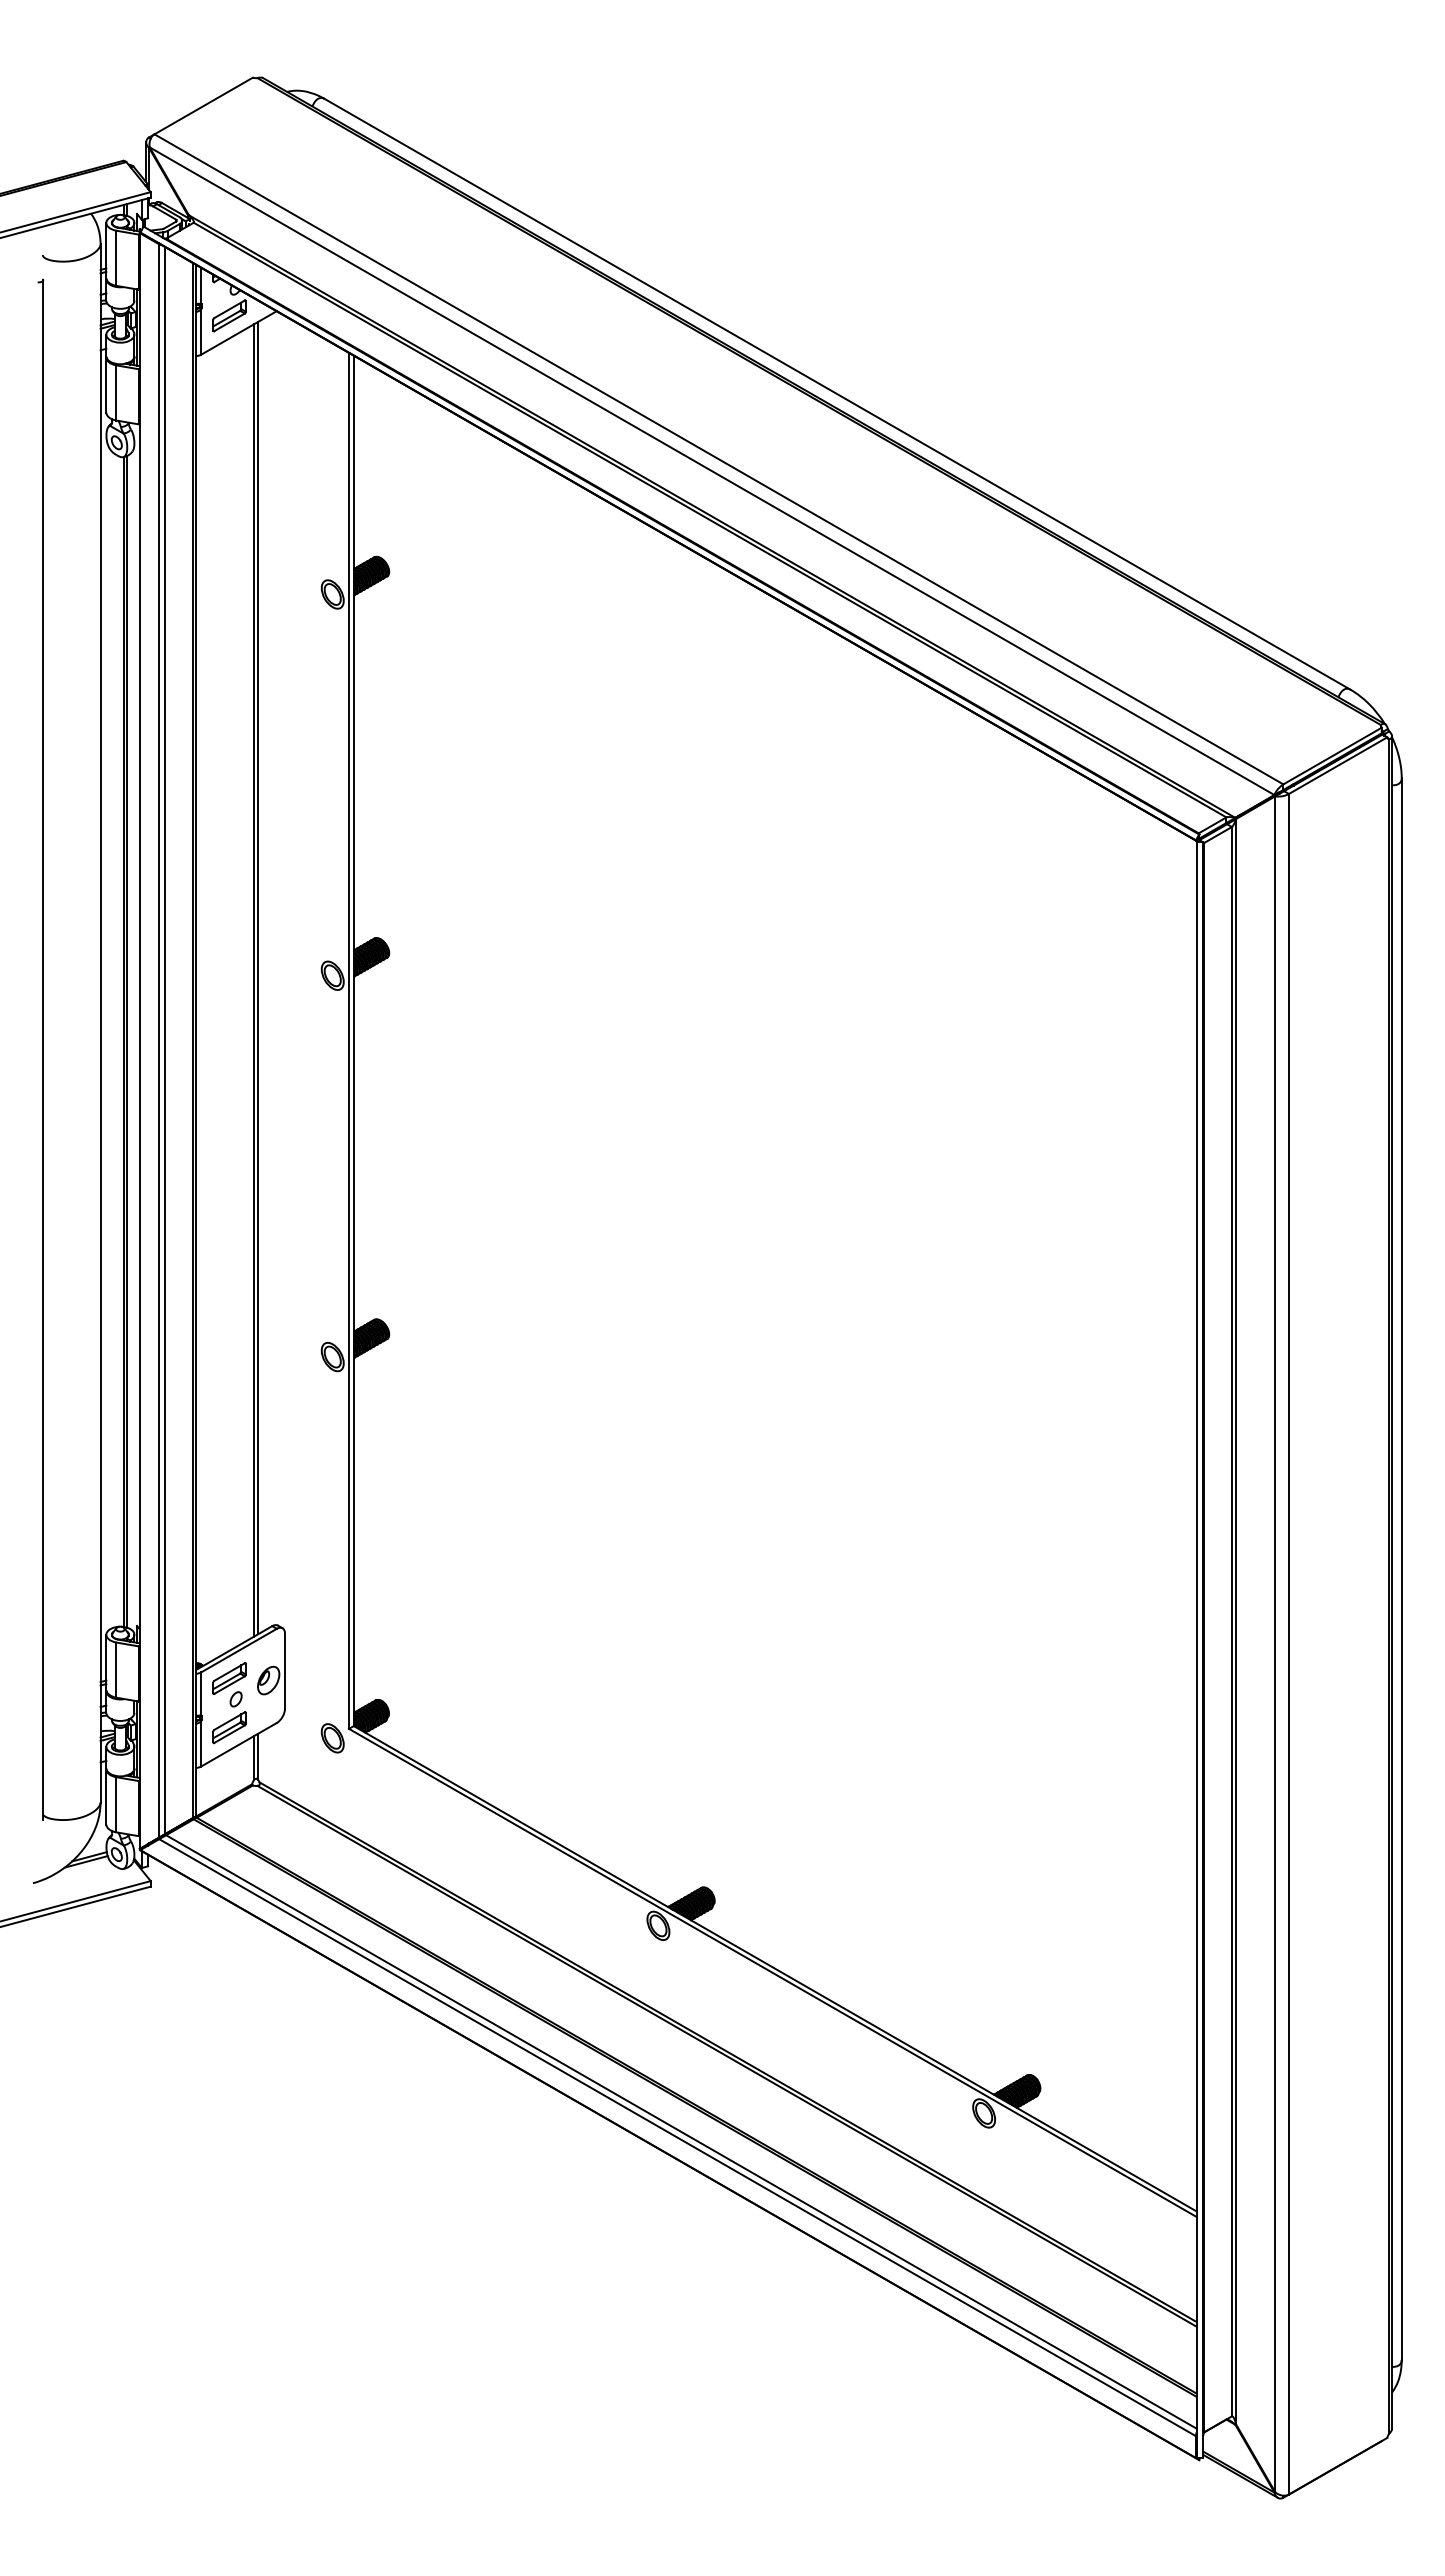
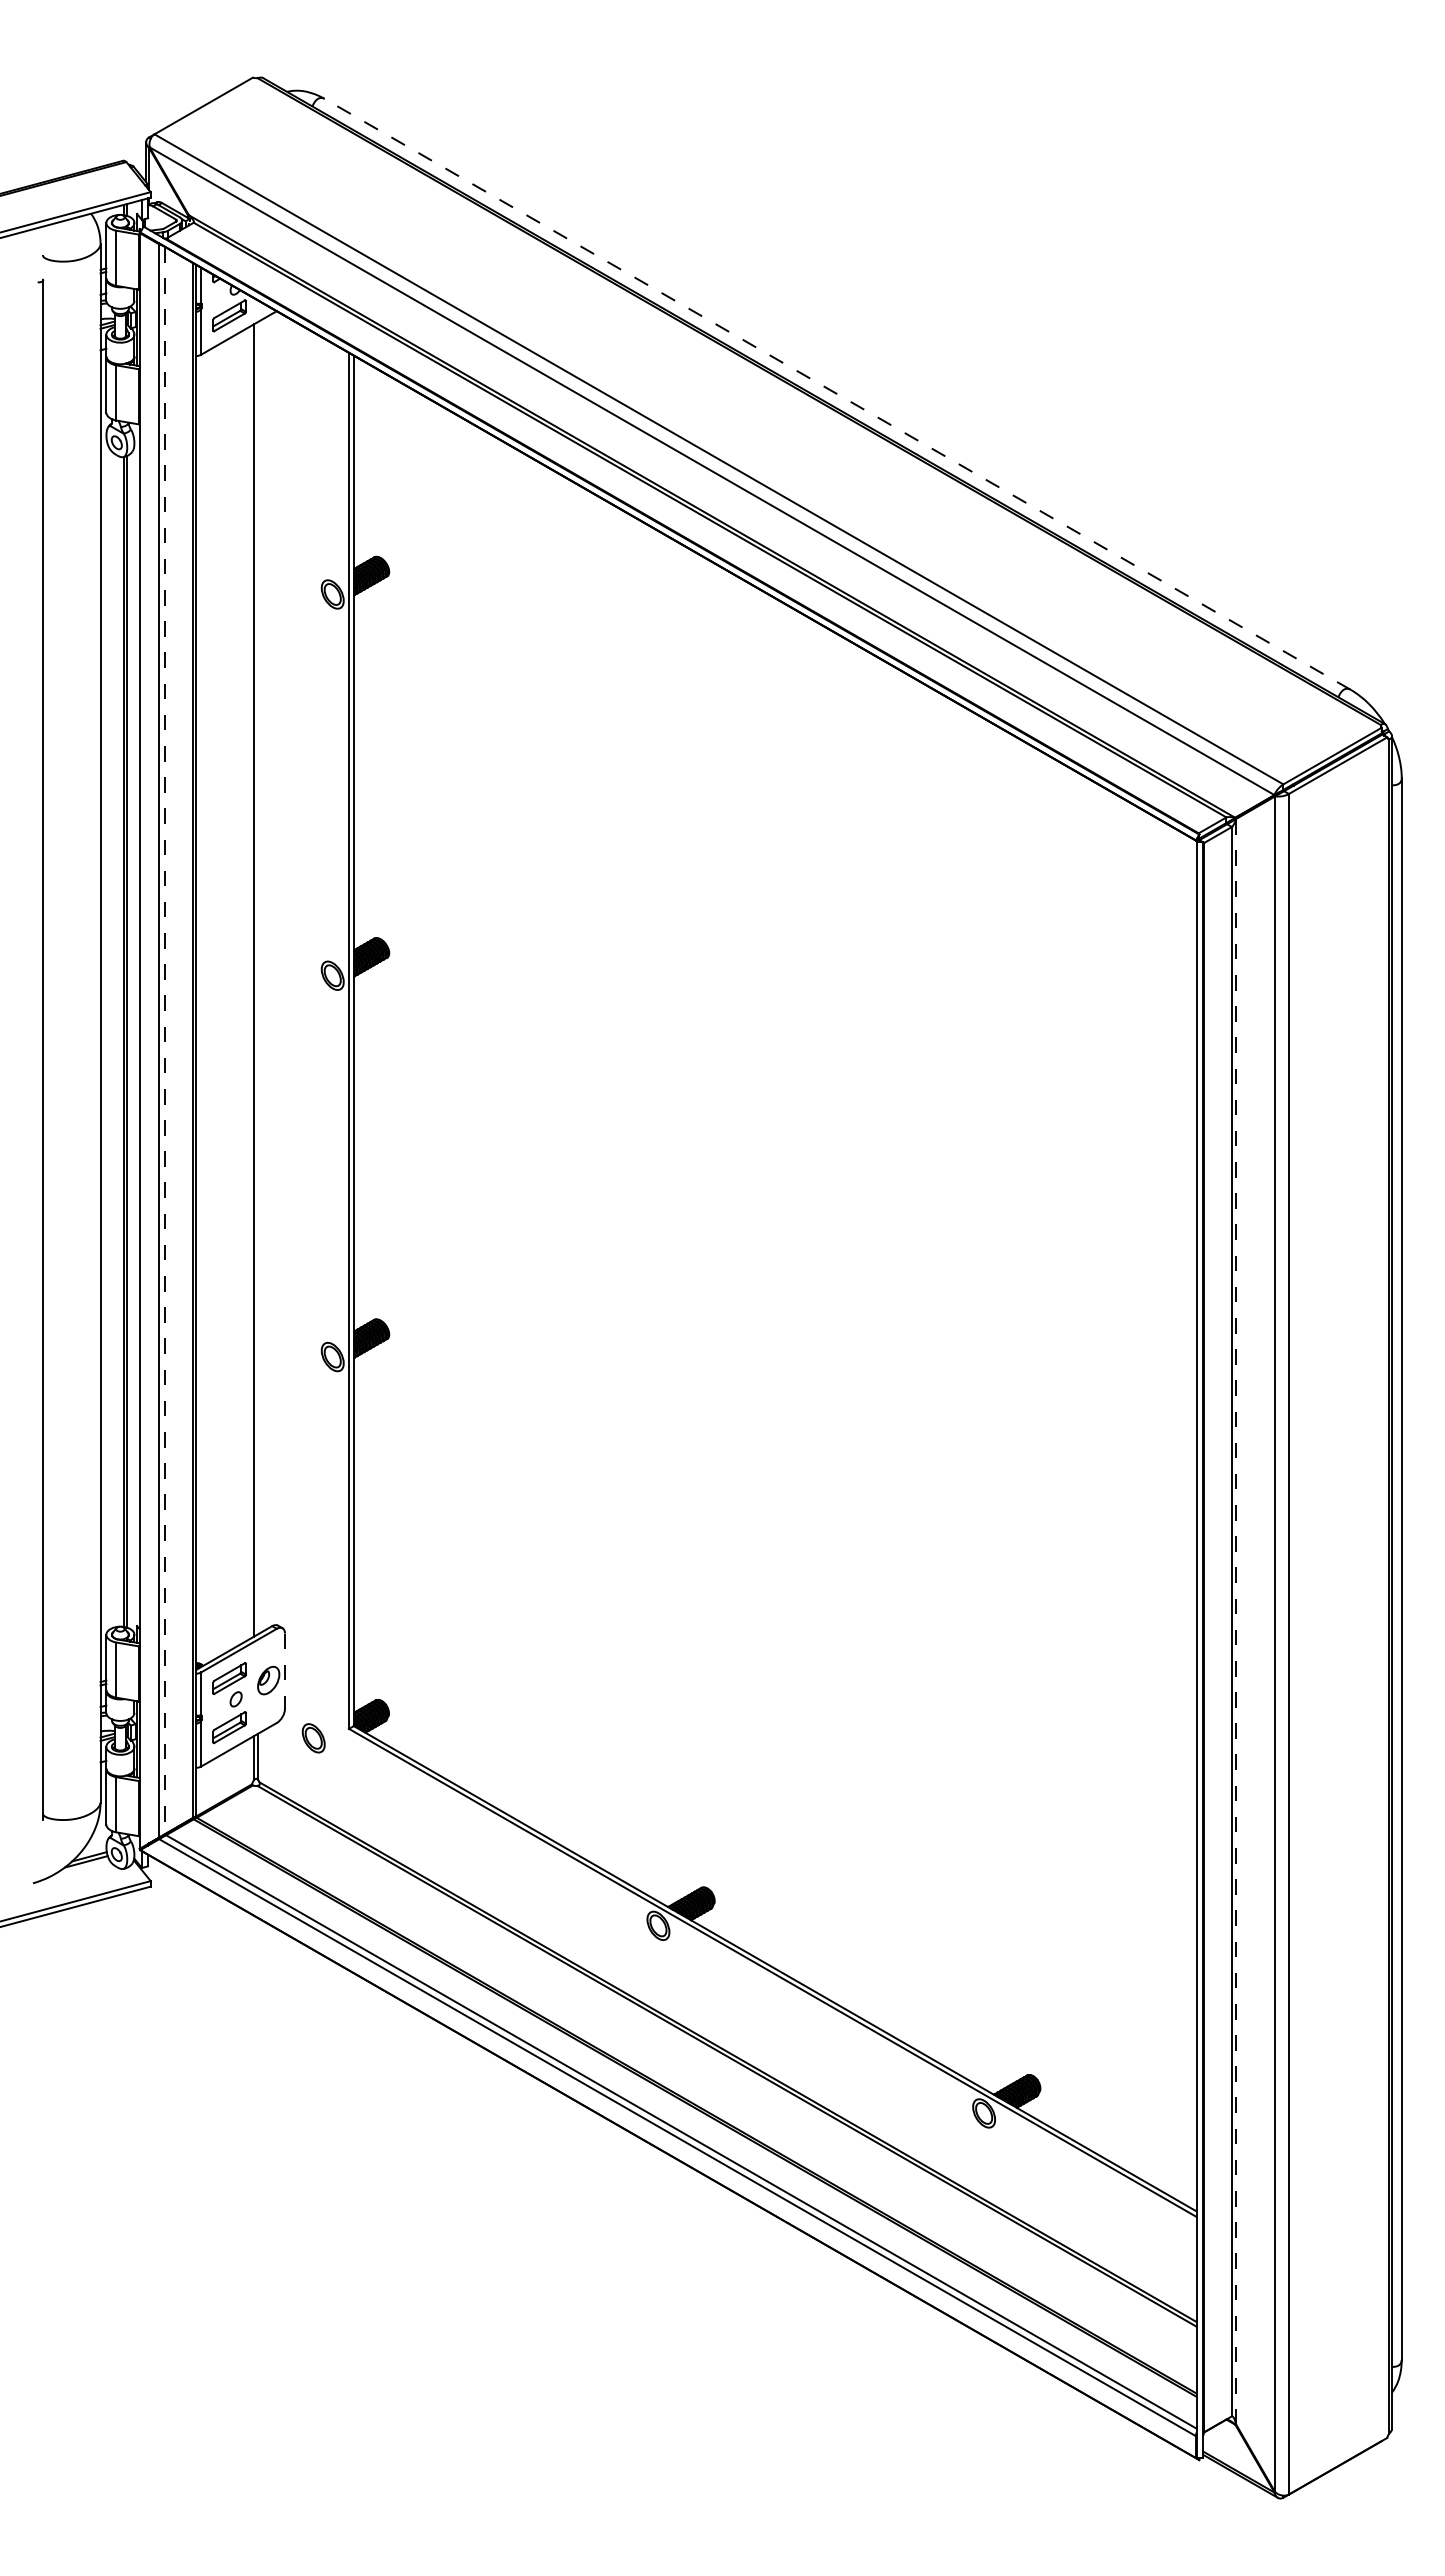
line at (837, 394): solid -> dashed
line at (258, 977): present -> none
line at (165, 1041): solid -> dashed
line at (1236, 1621): solid -> dashed
line at (285, 1671): solid -> dashed
part at (332, 1738) position: (332, 1738) -> (313, 1738)
